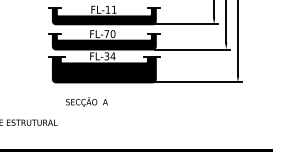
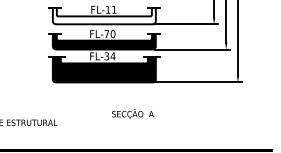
fill at (103, 16): present -> none
text at (86, 101) position: (86, 101) -> (132, 113)
